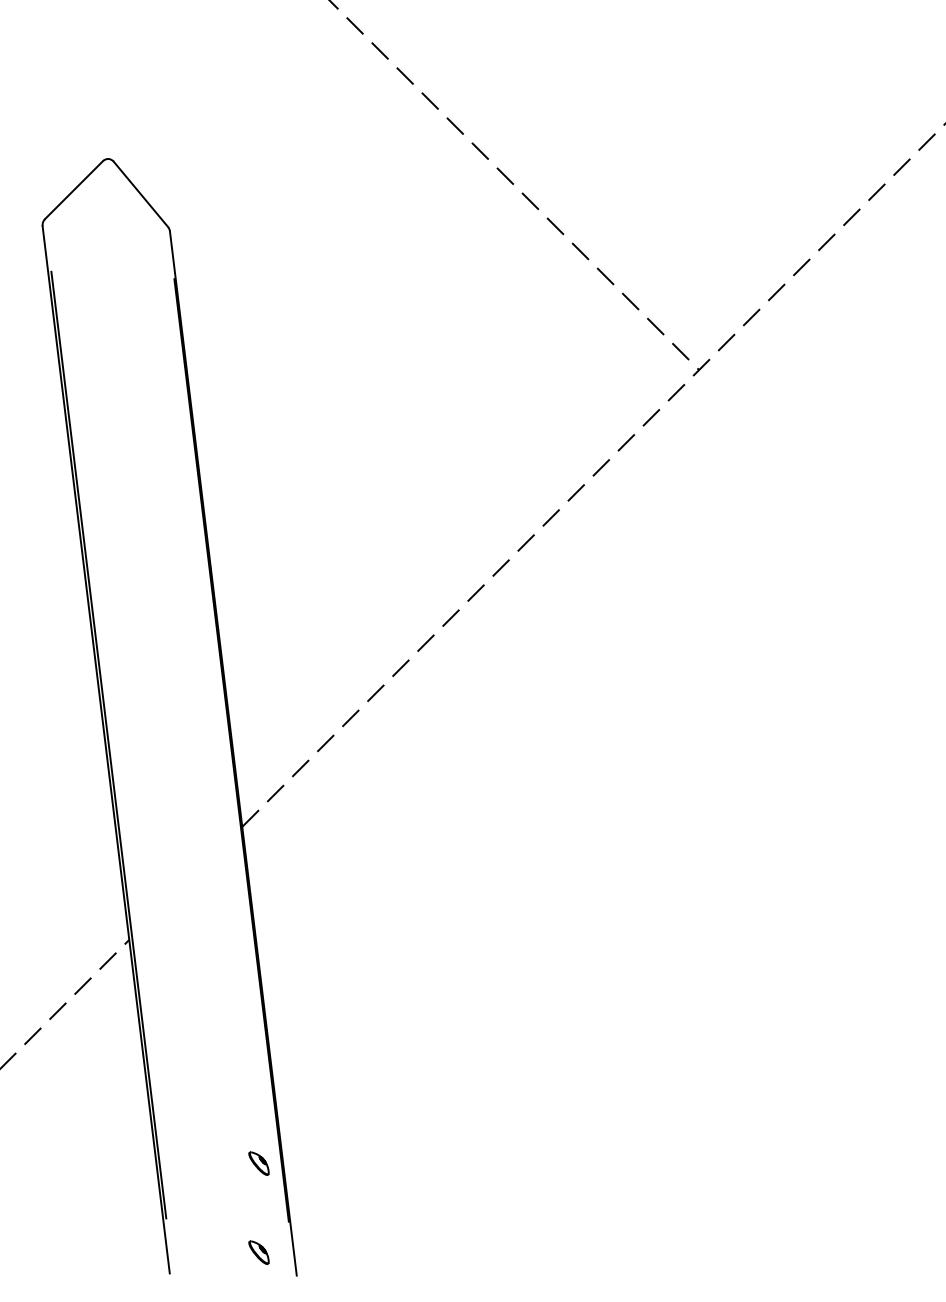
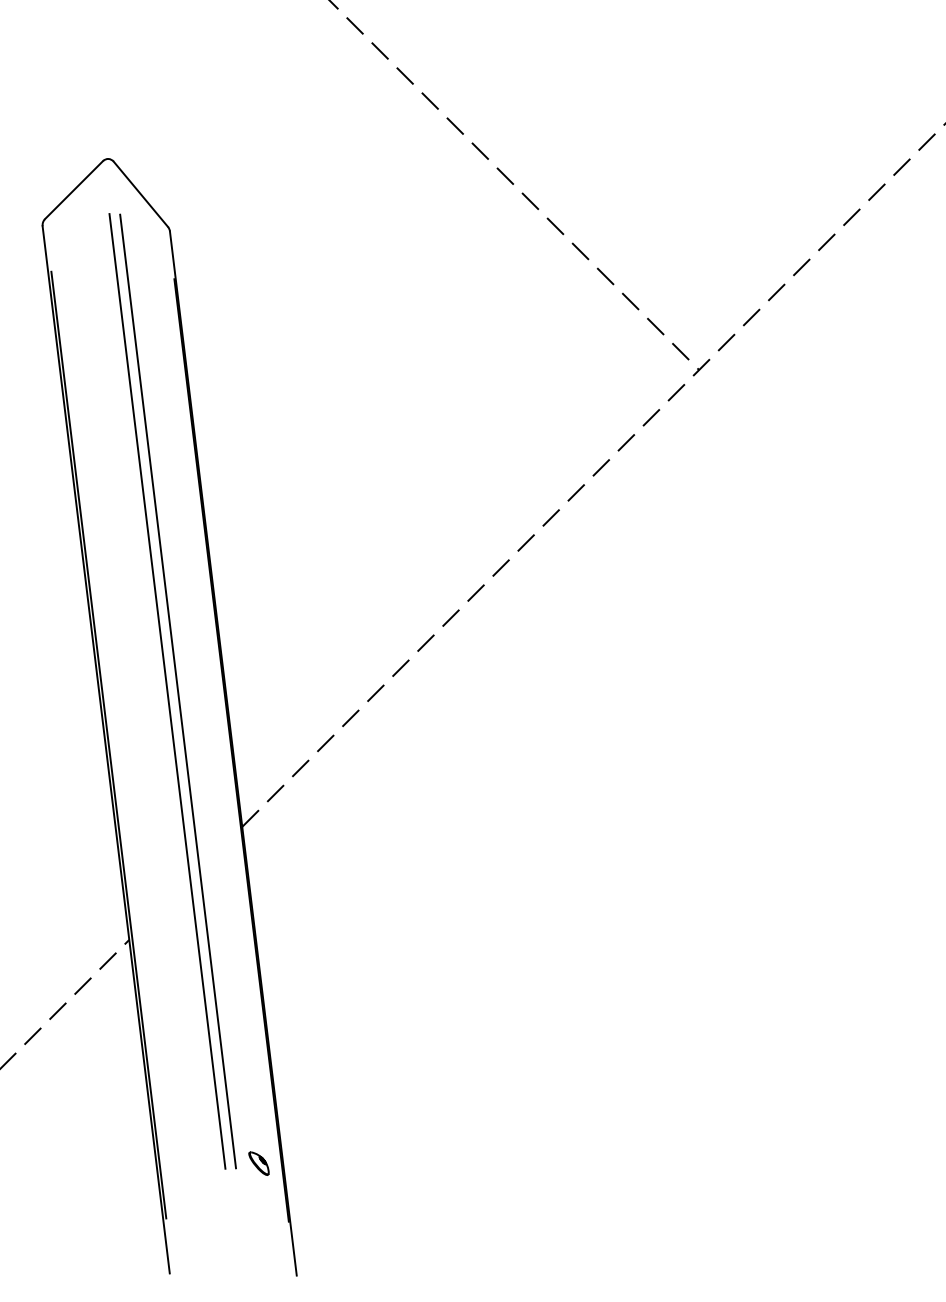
line at (167, 691): none -> present
line at (178, 691): none -> present
part at (258, 1252): present -> none
